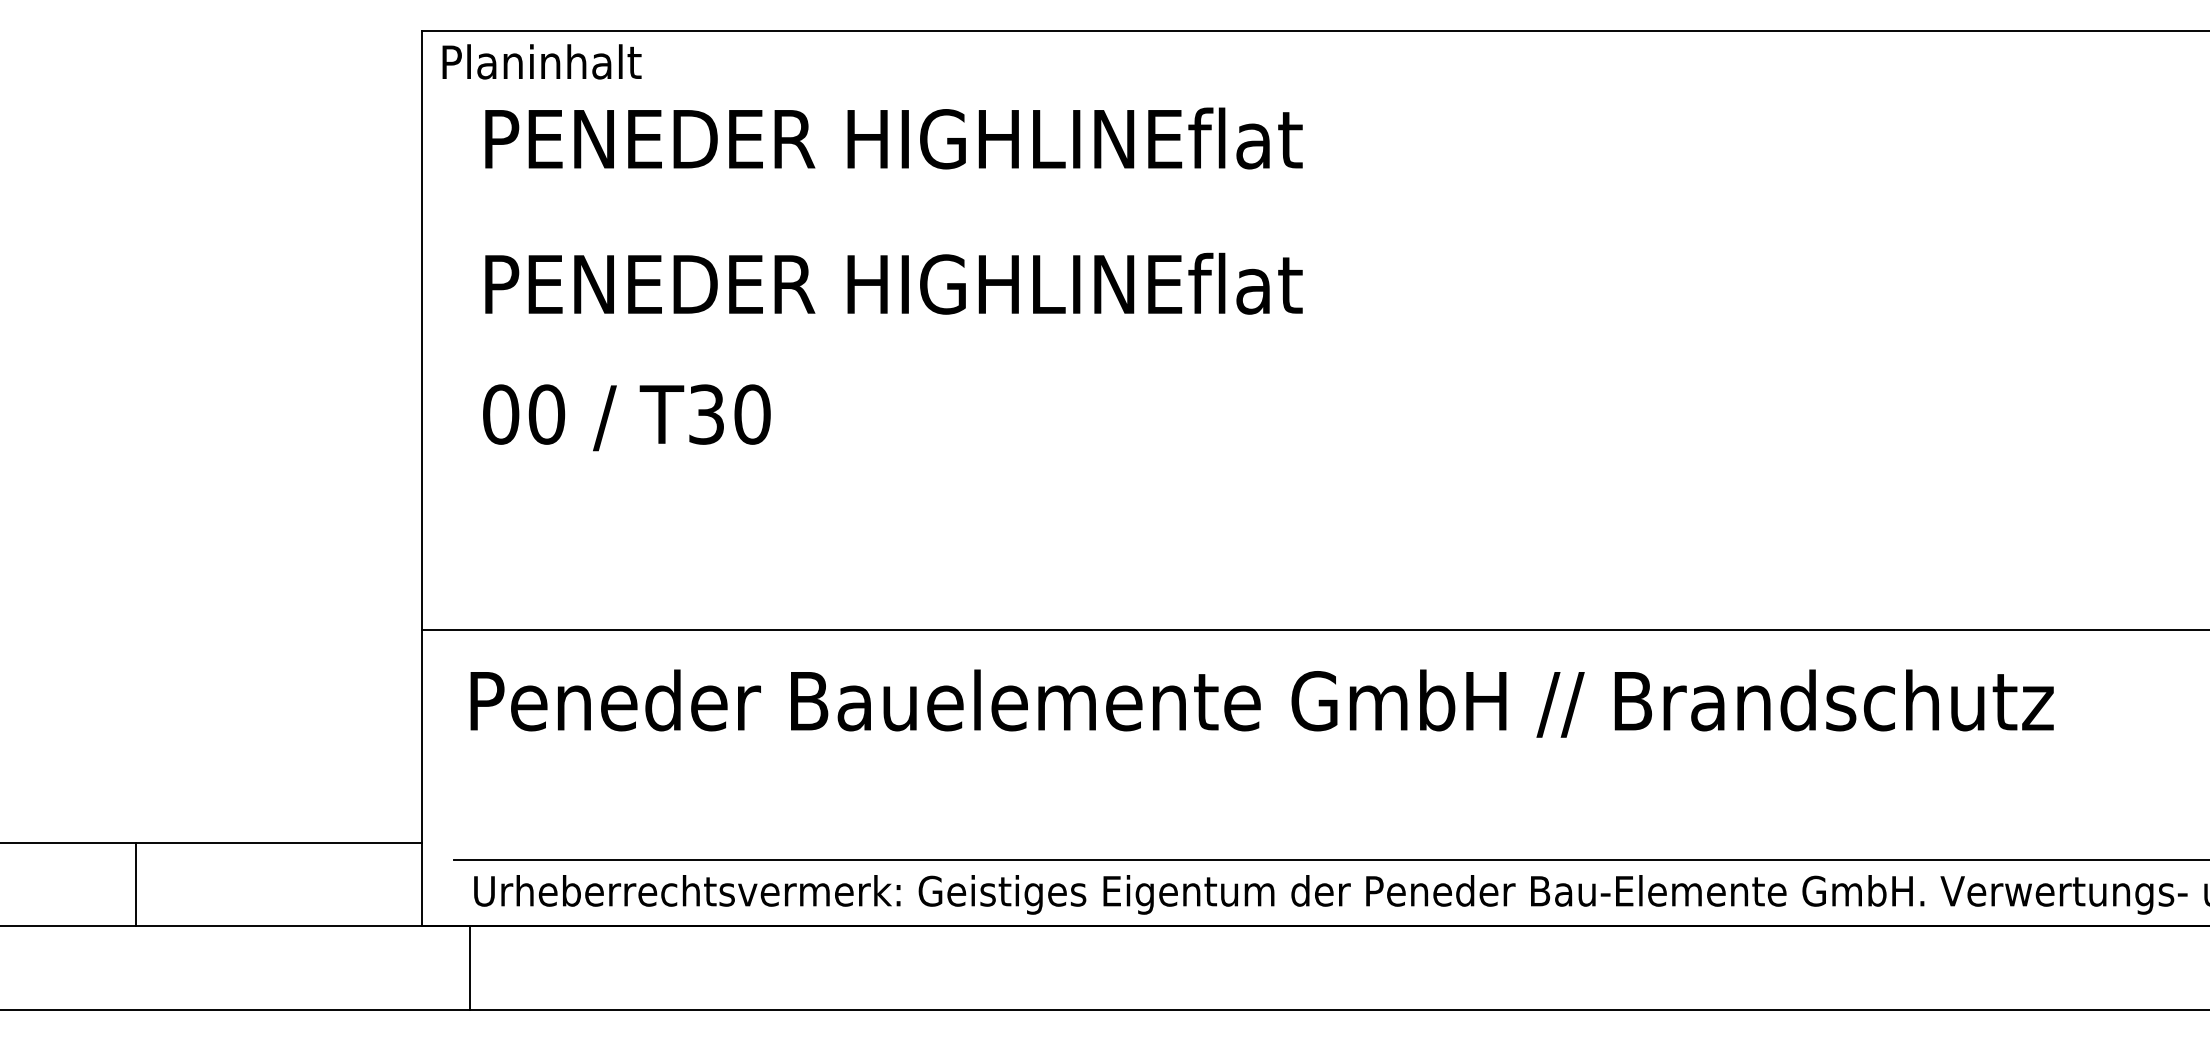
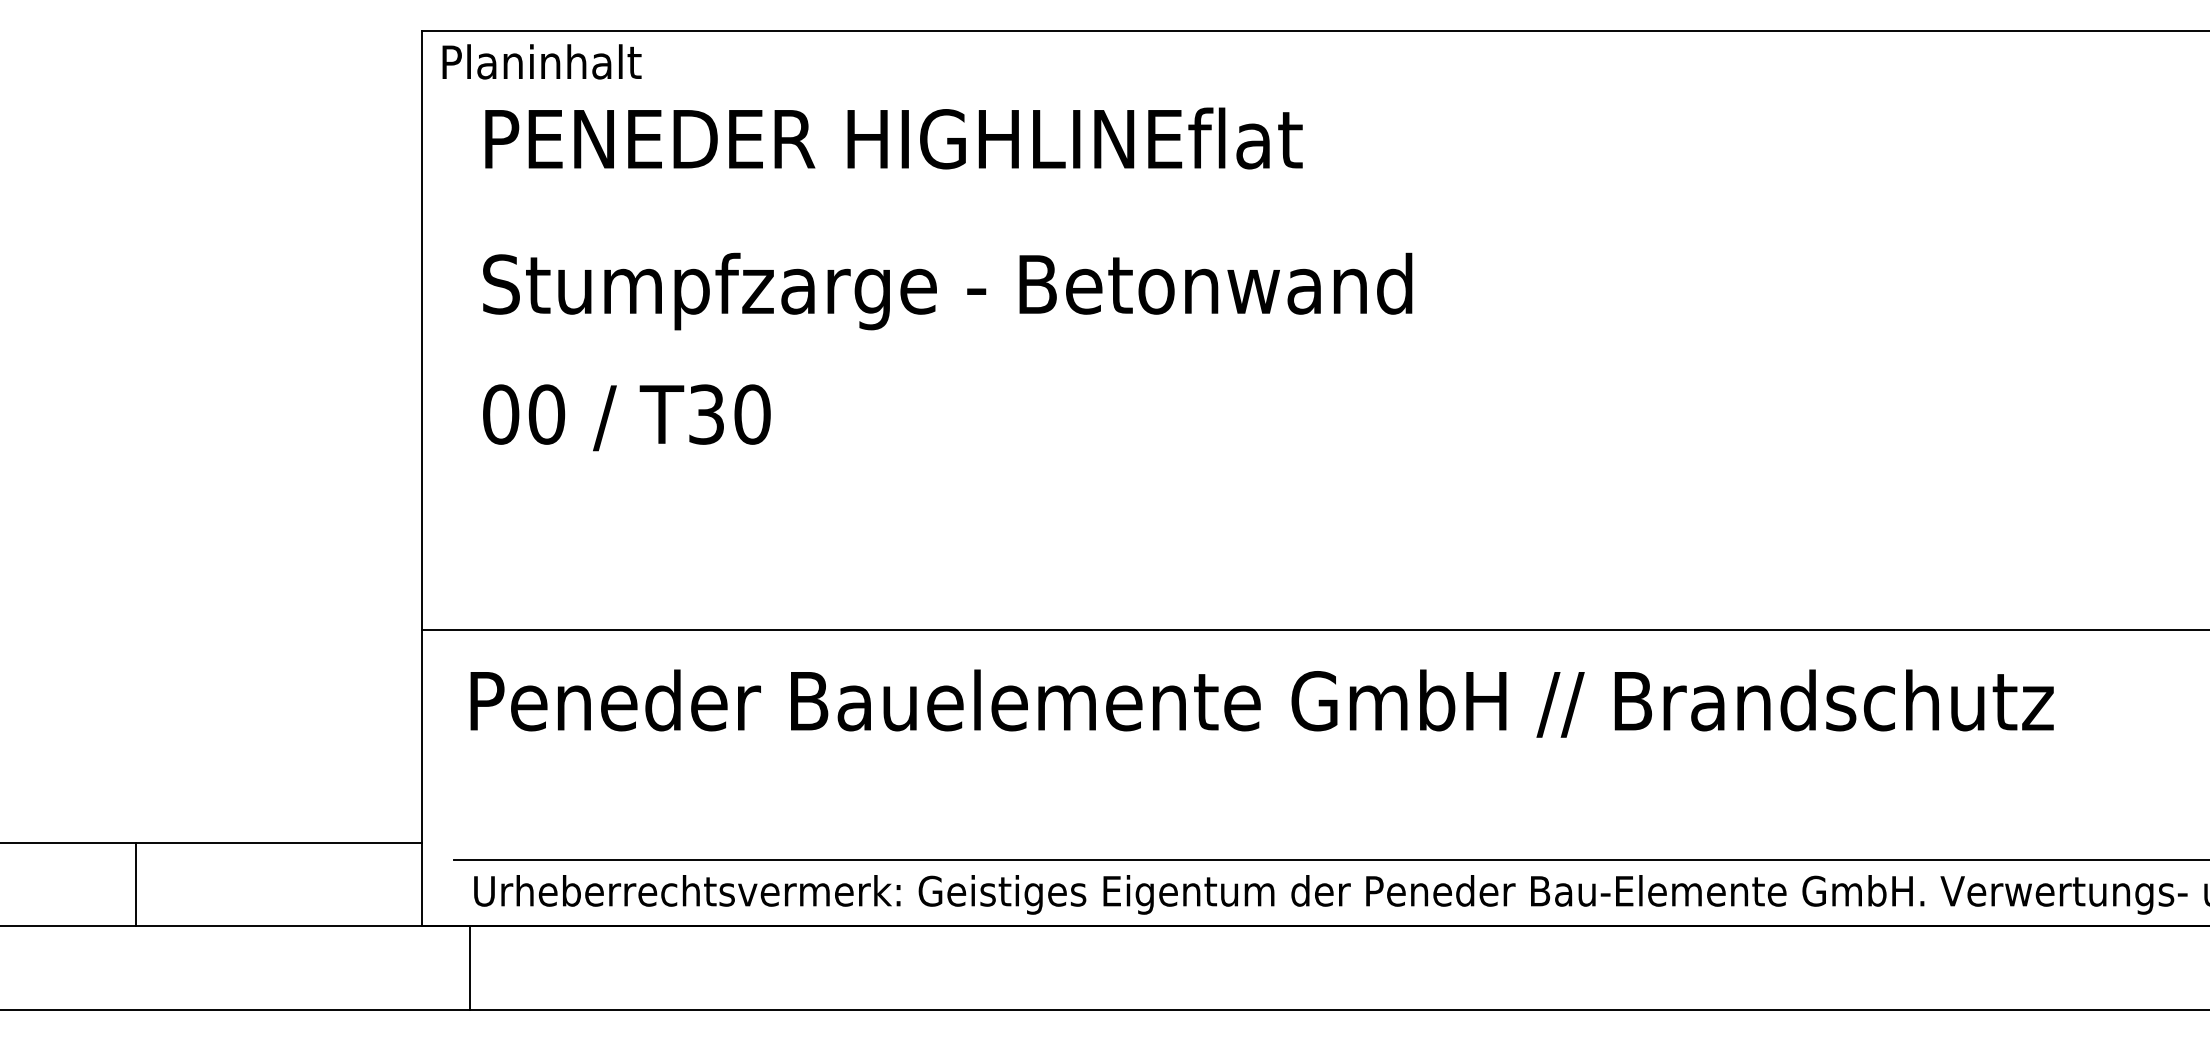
text at (947, 291): PENEDER HIGHLINEflat -> Stumpfzarge - Betonwand
